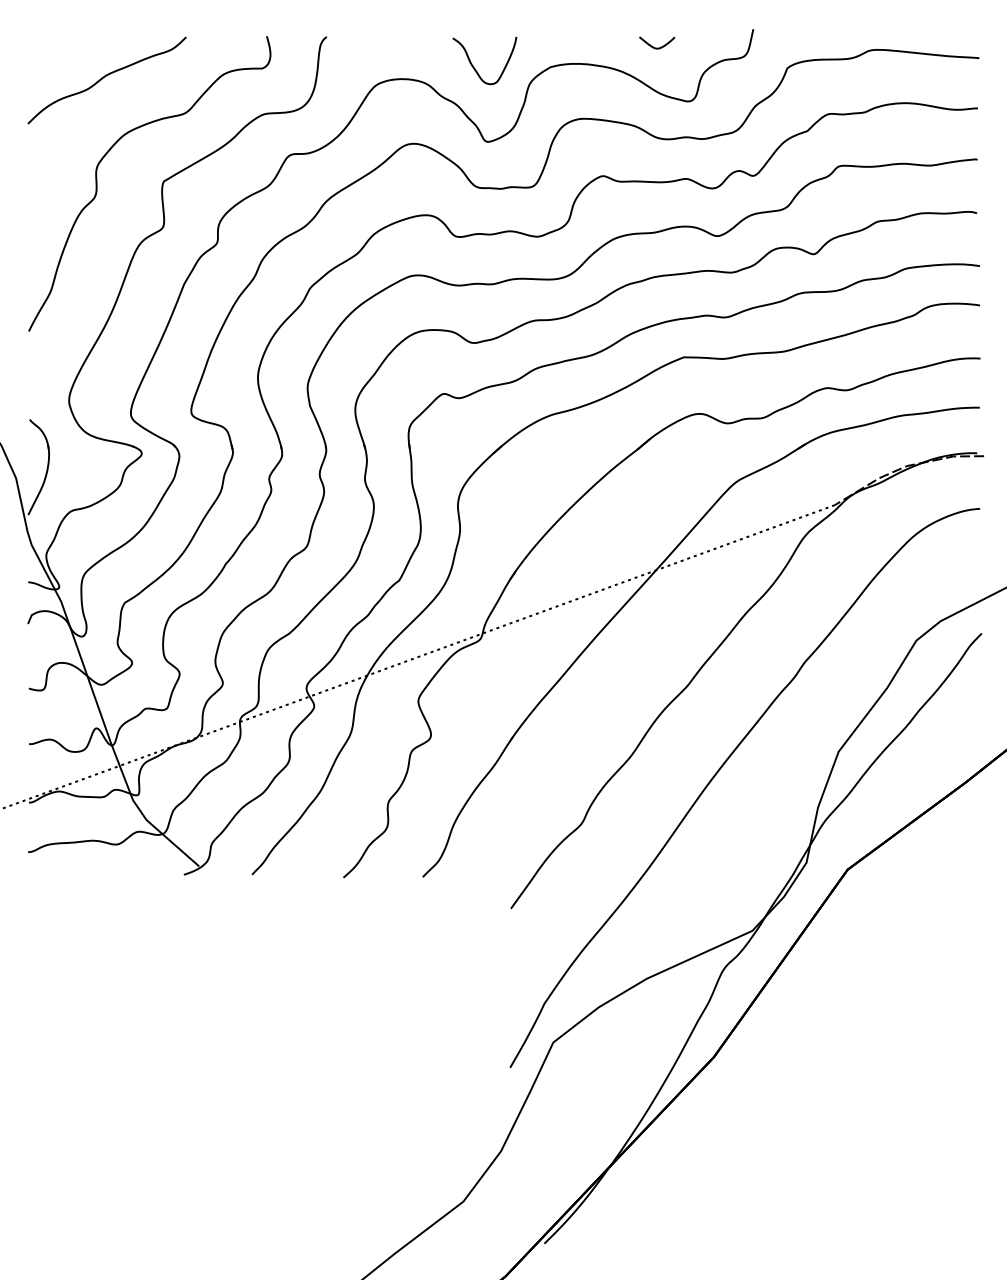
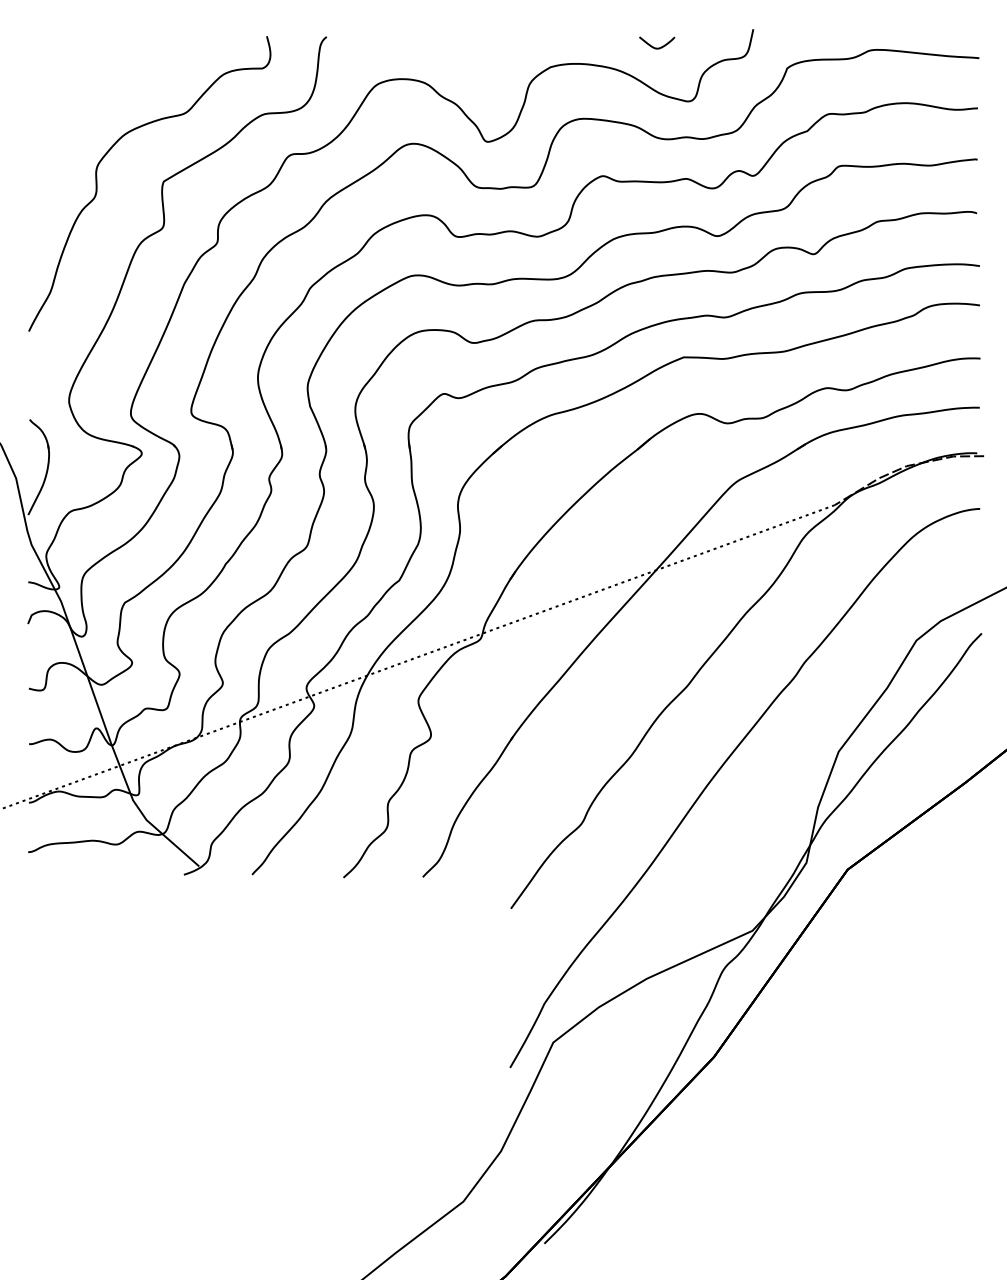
curve at (475, 68): present -> none
curve at (105, 77): present -> none
